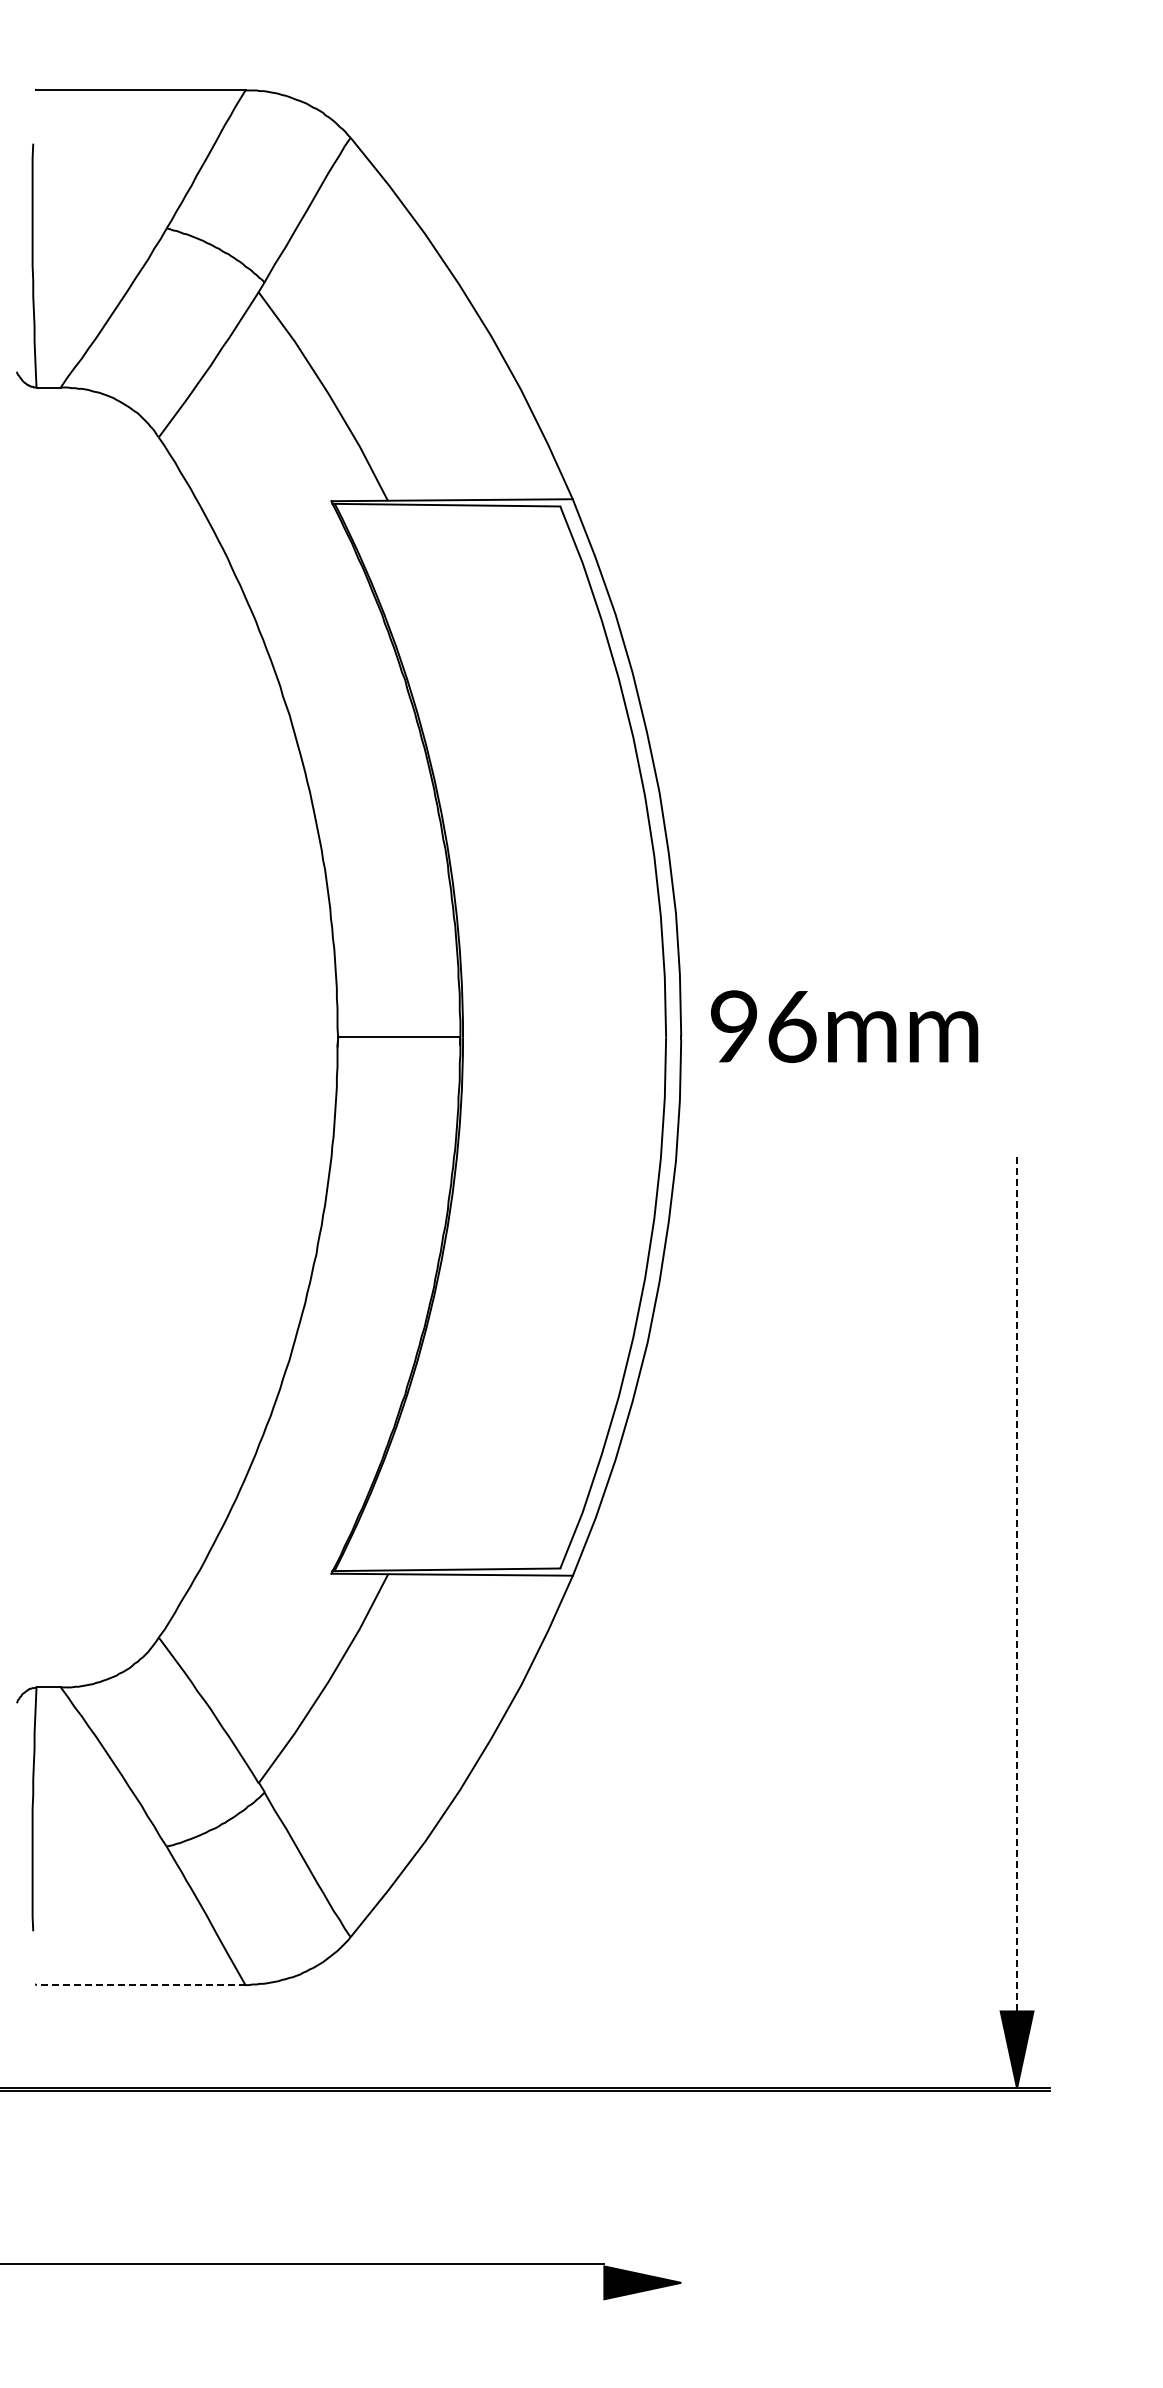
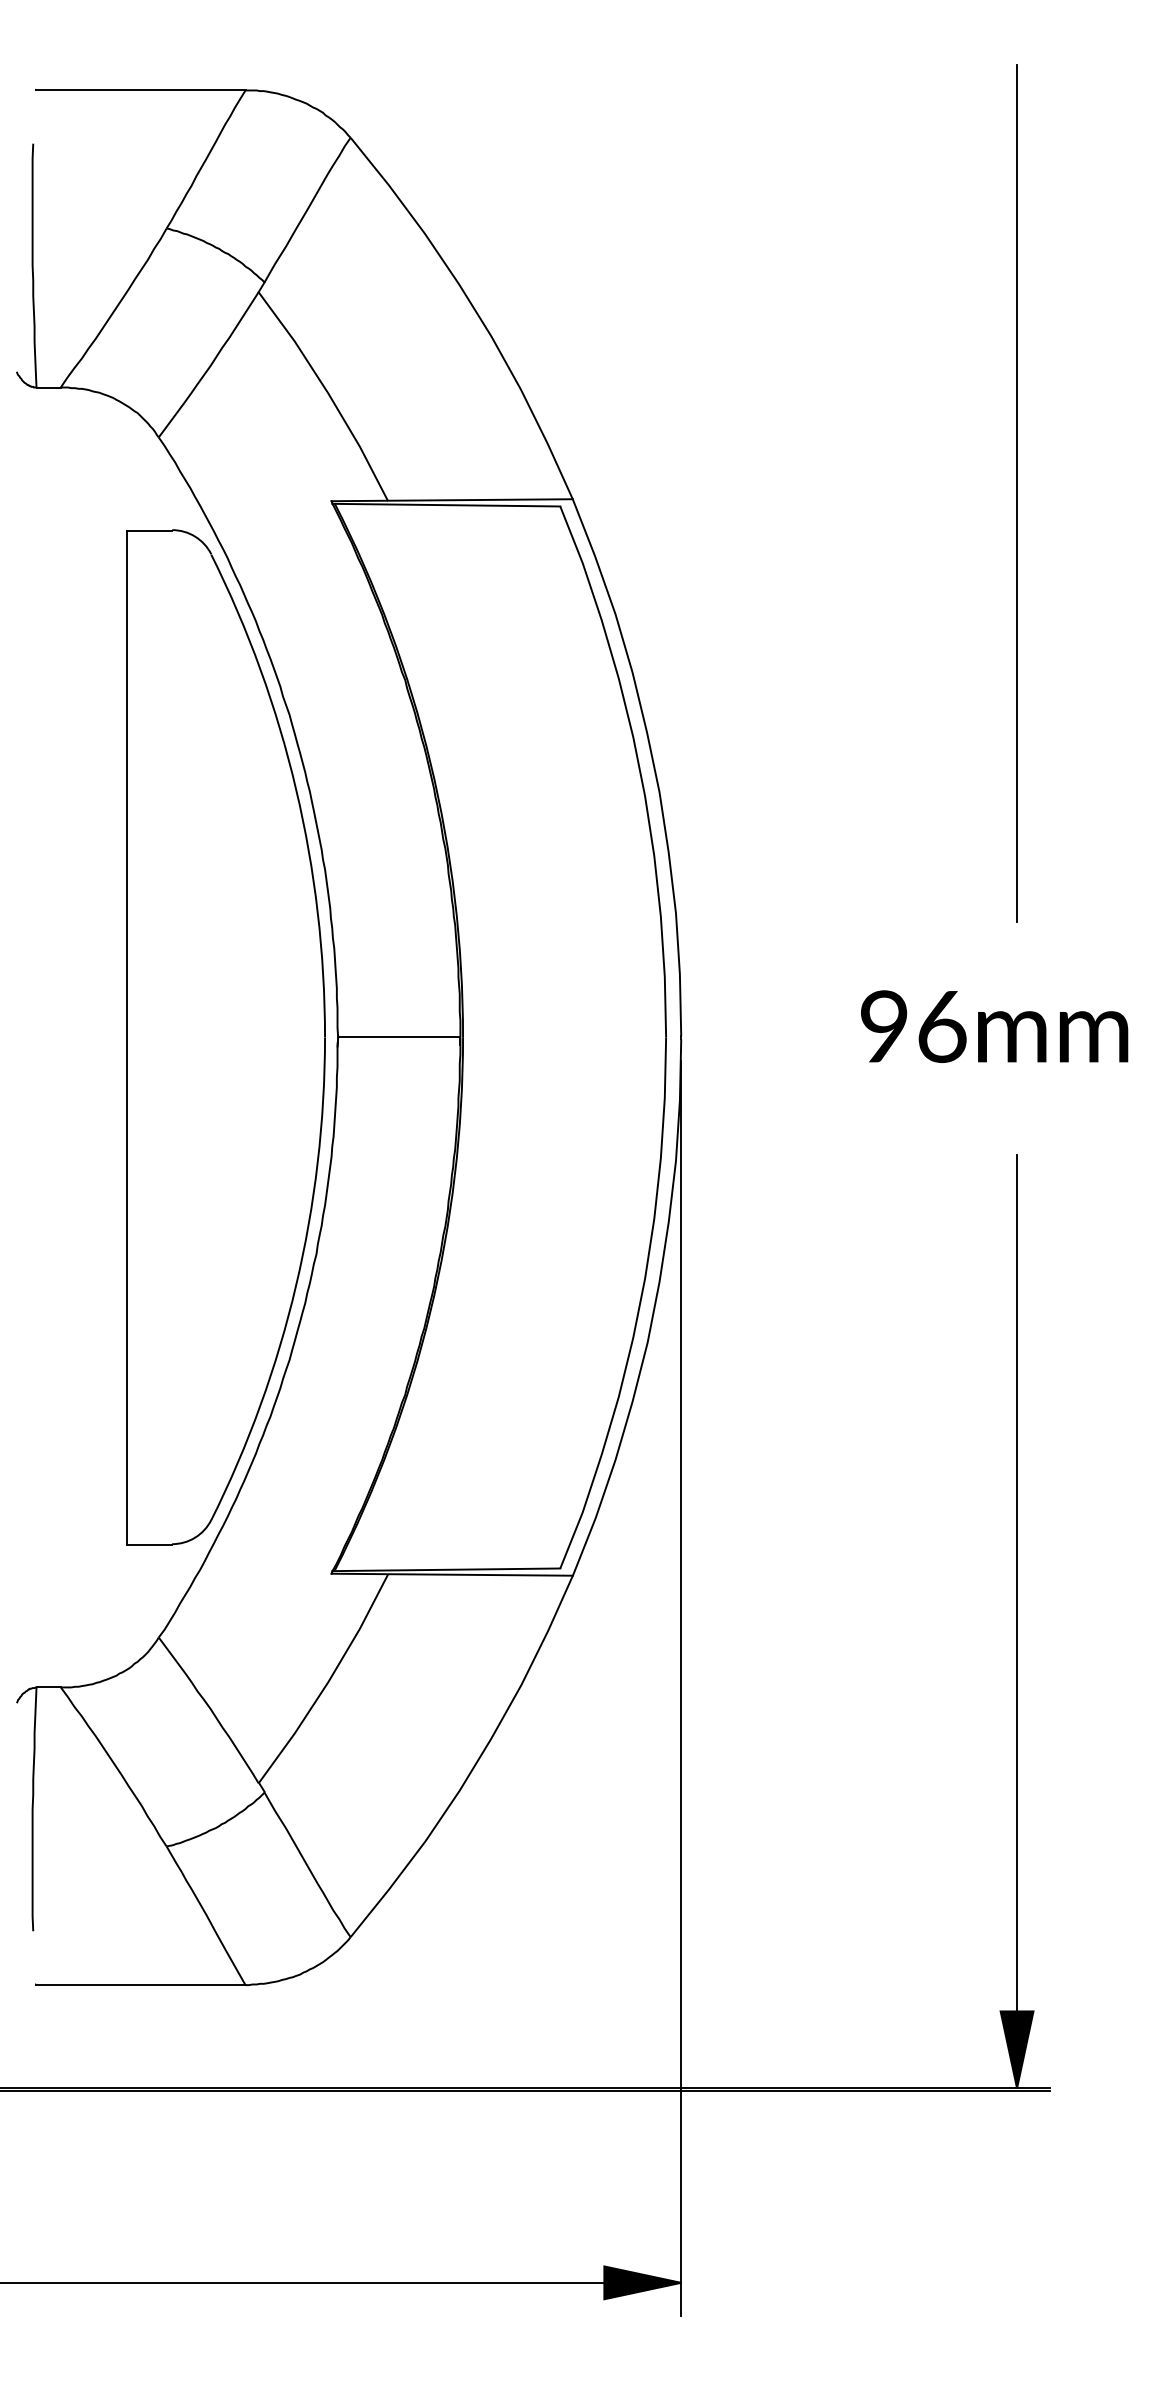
line at (1017, 493): none -> present
text at (844, 1026) position: (844, 1026) -> (994, 1026)
part at (225, 1037): none -> present
line at (1017, 1582): dashed -> solid
line at (681, 1688): none -> present
line at (140, 1985): dashed -> solid
line at (303, 2263) position: (303, 2263) -> (303, 2282)
